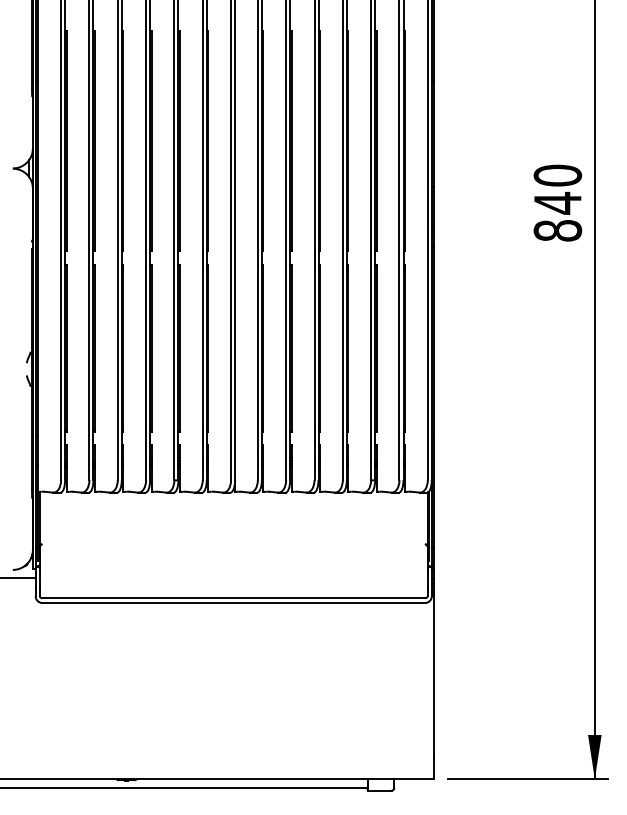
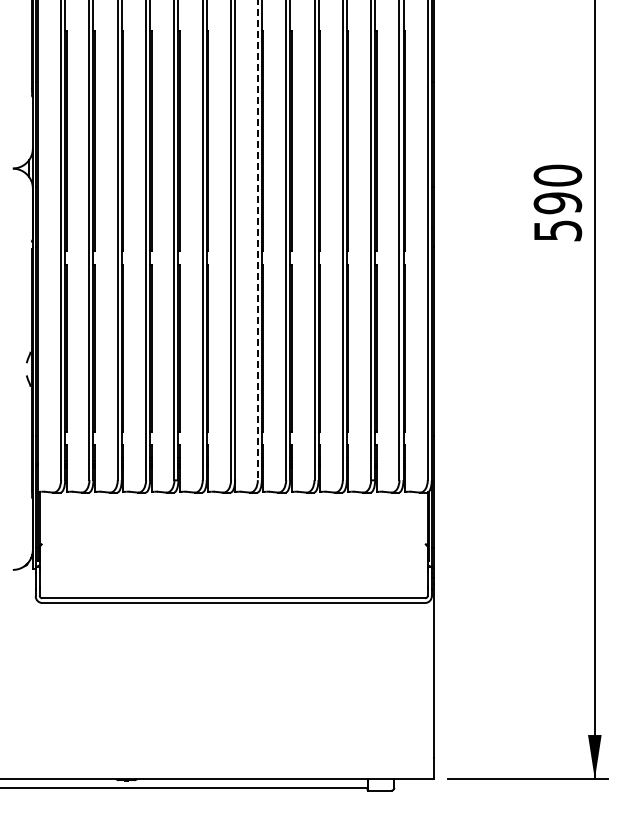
text at (557, 216): 840 -> 590
line at (257, 240): solid -> dashed
line at (18, 578): present -> none
